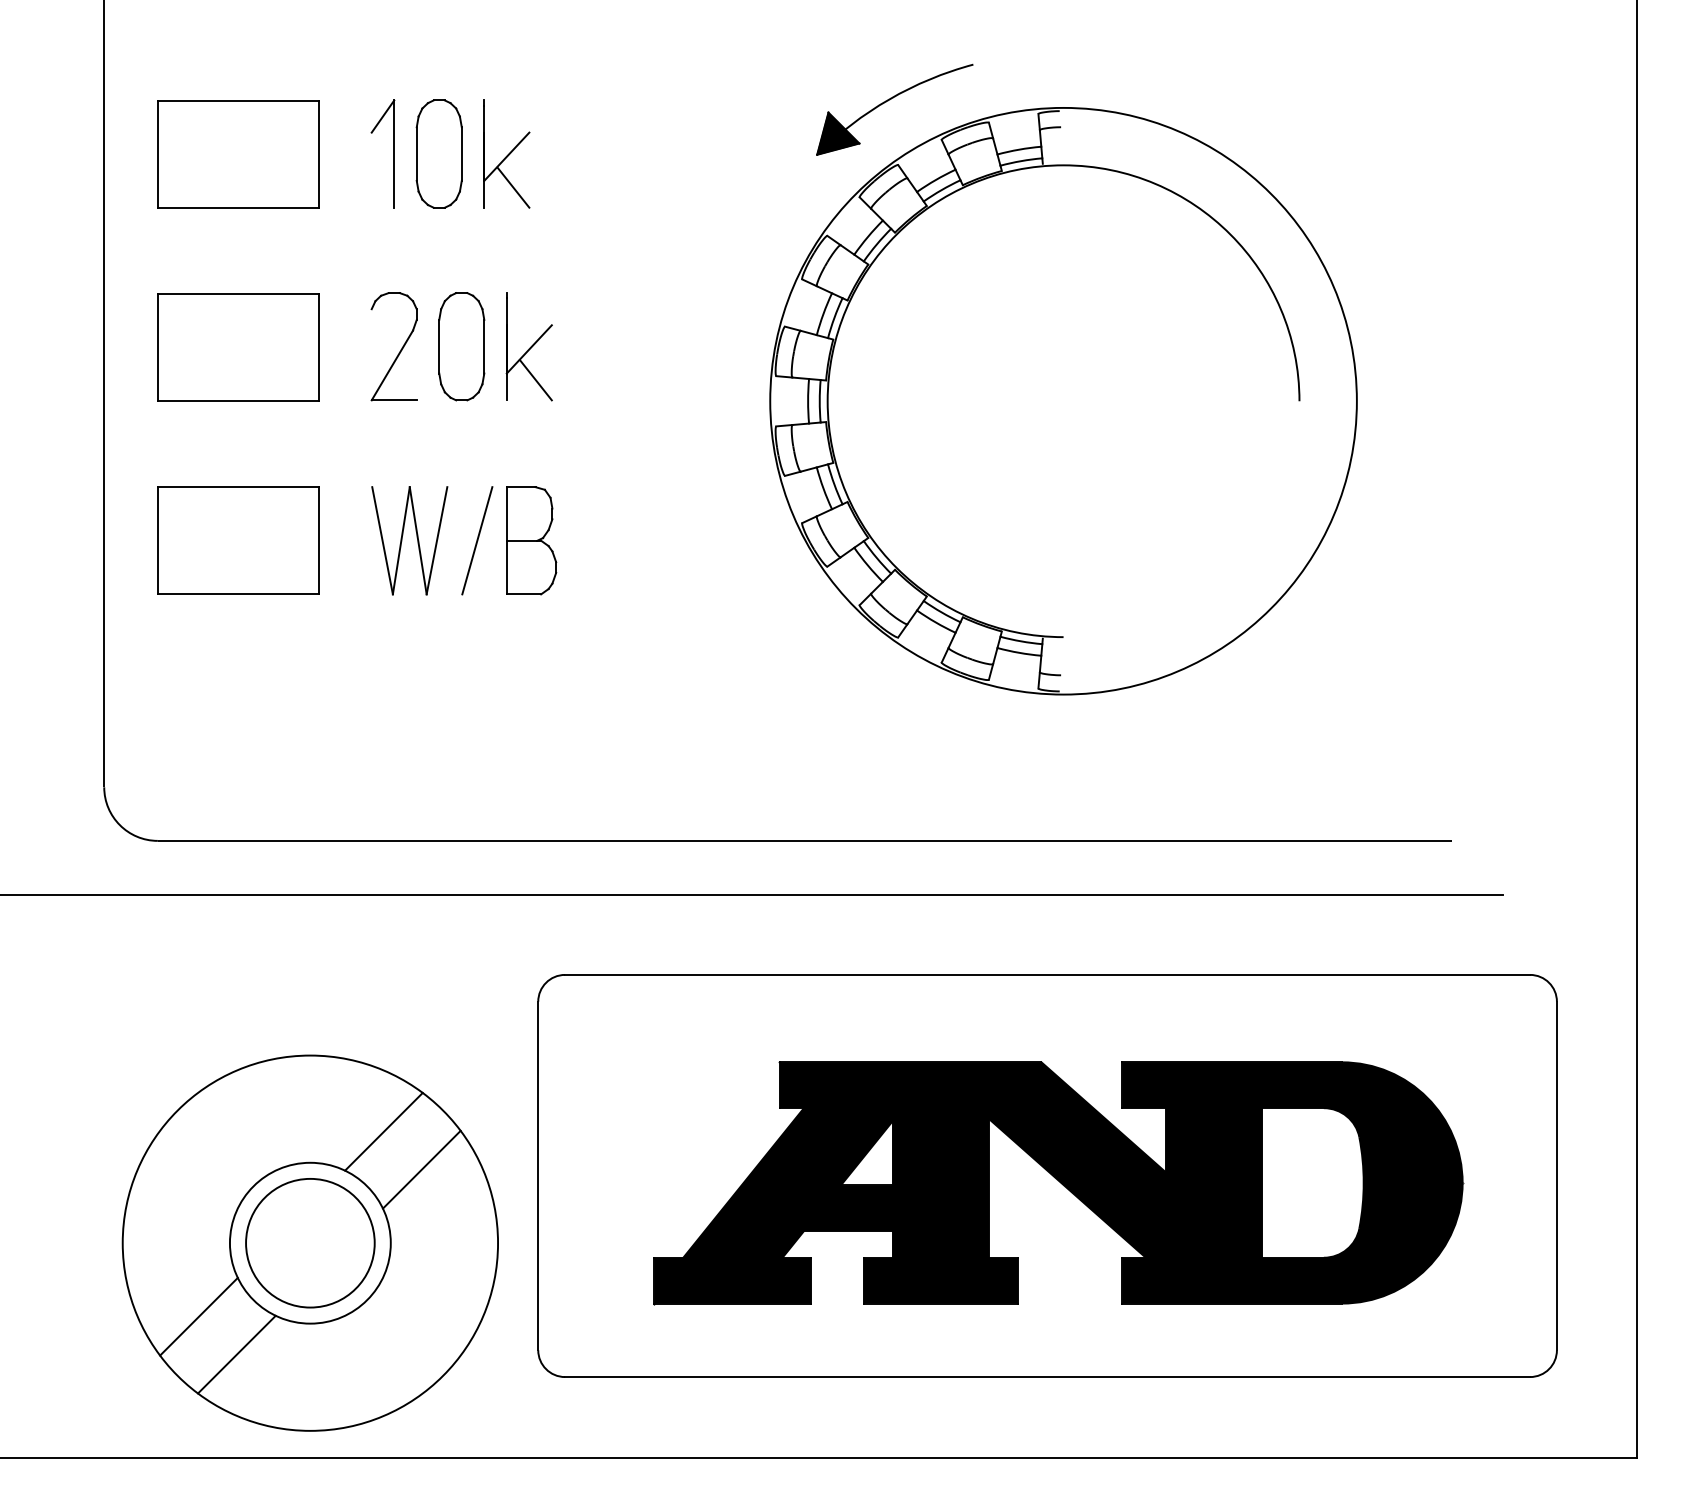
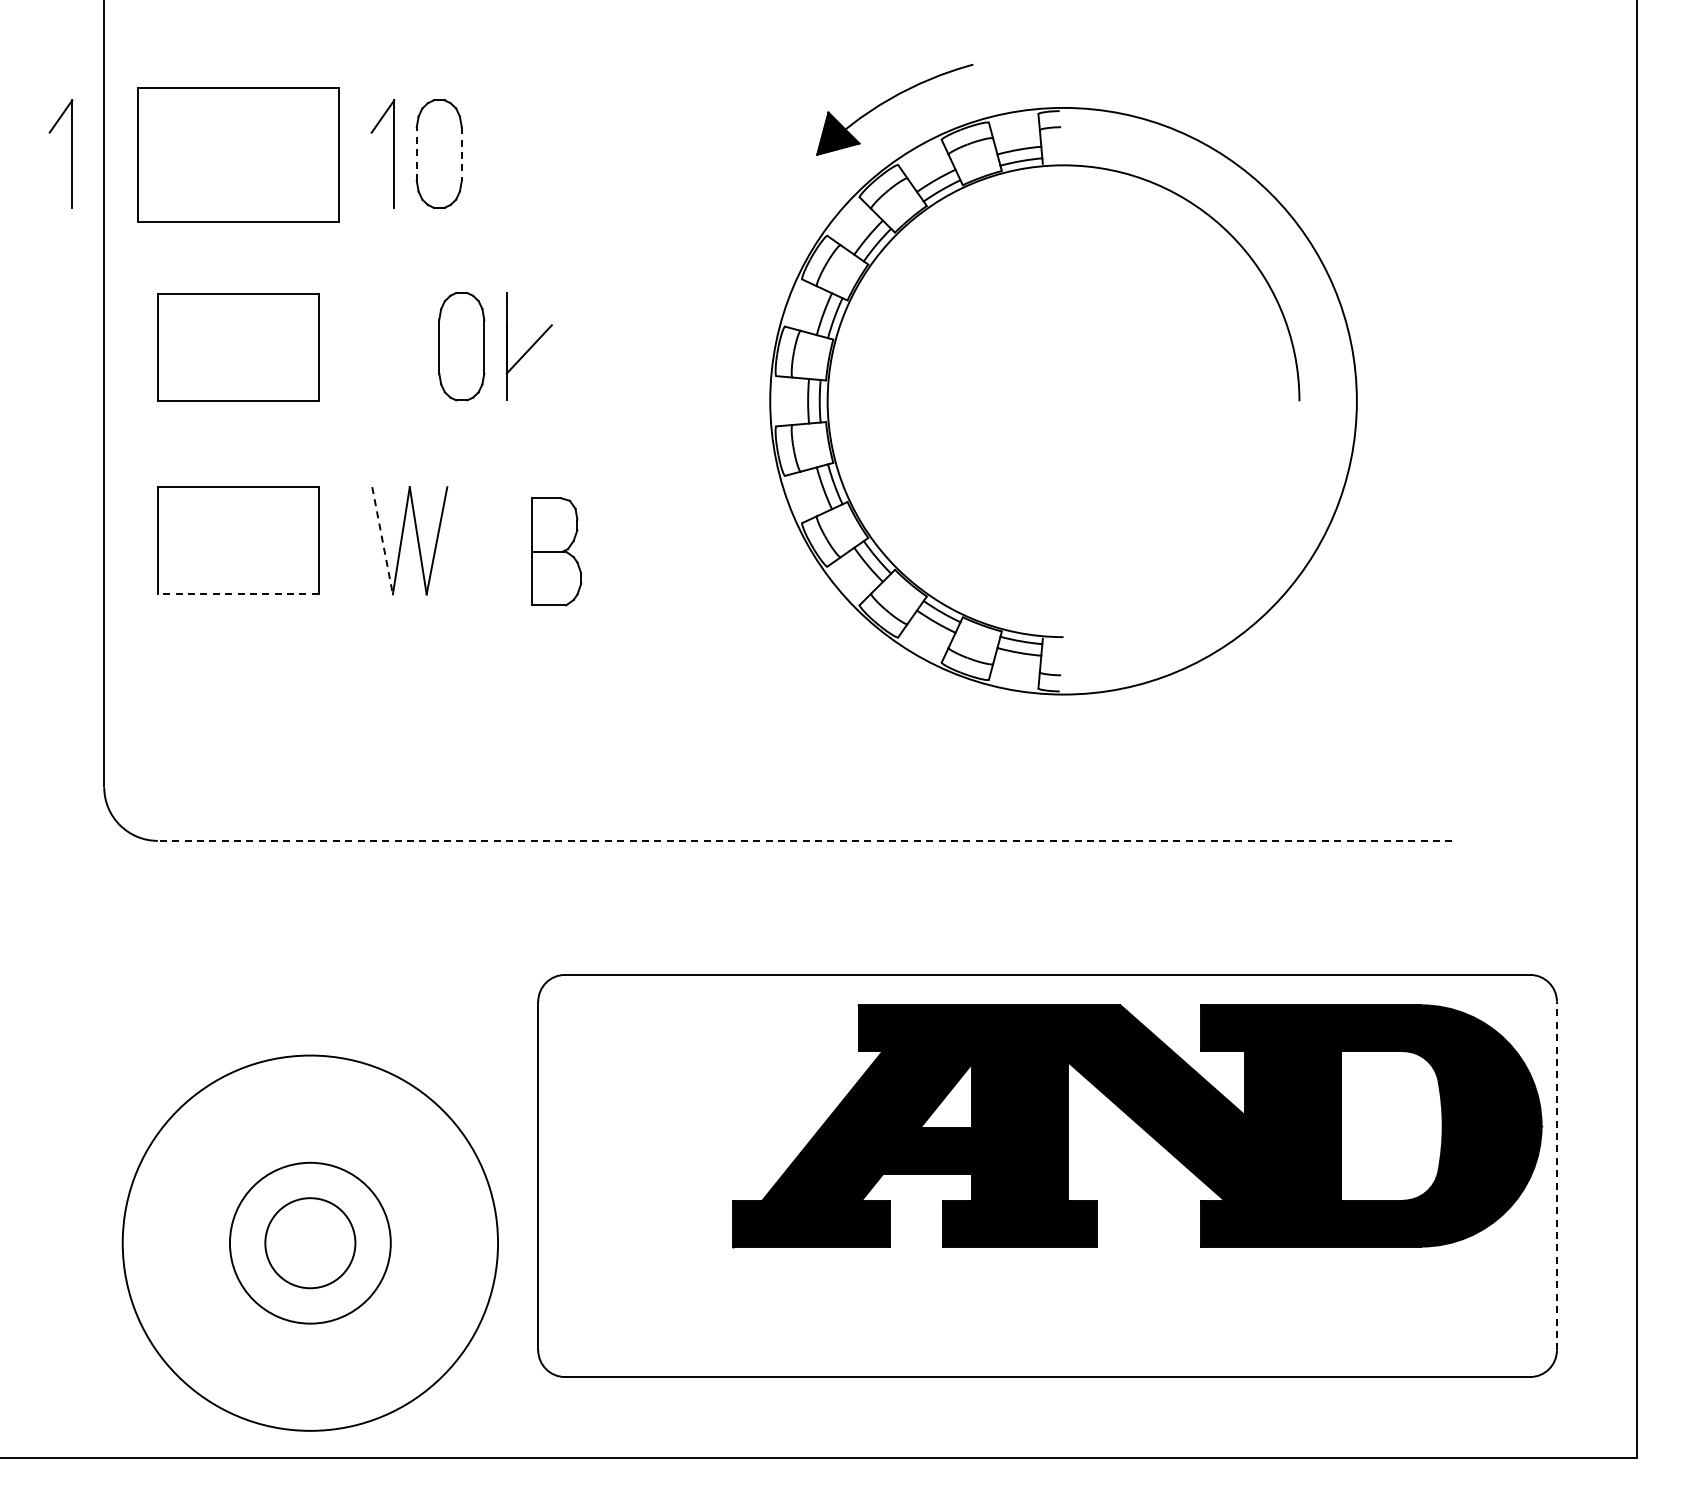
part at (71, 153): none -> present
part at (506, 153): present -> none
part at (238, 154) size: 163x109 px -> 203x136 px
line at (416, 154): solid -> dashed
line at (461, 154): solid -> dashed
part at (400, 349): present -> none
line at (535, 380): present -> none
line at (382, 540): solid -> dashed
line at (477, 540): present -> none
part at (531, 540) position: (531, 540) -> (556, 551)
line at (237, 594): solid -> dashed
line at (804, 840): solid -> dashed
line at (752, 894): present -> none
line at (383, 1131): present -> none
line at (421, 1169): present -> none
line at (1556, 1175): solid -> dashed
part at (1058, 1183) position: (1058, 1183) -> (1137, 1126)
circle at (310, 1242) diameter: 129 px -> 90 px
line at (198, 1316): present -> none
line at (236, 1354): present -> none
